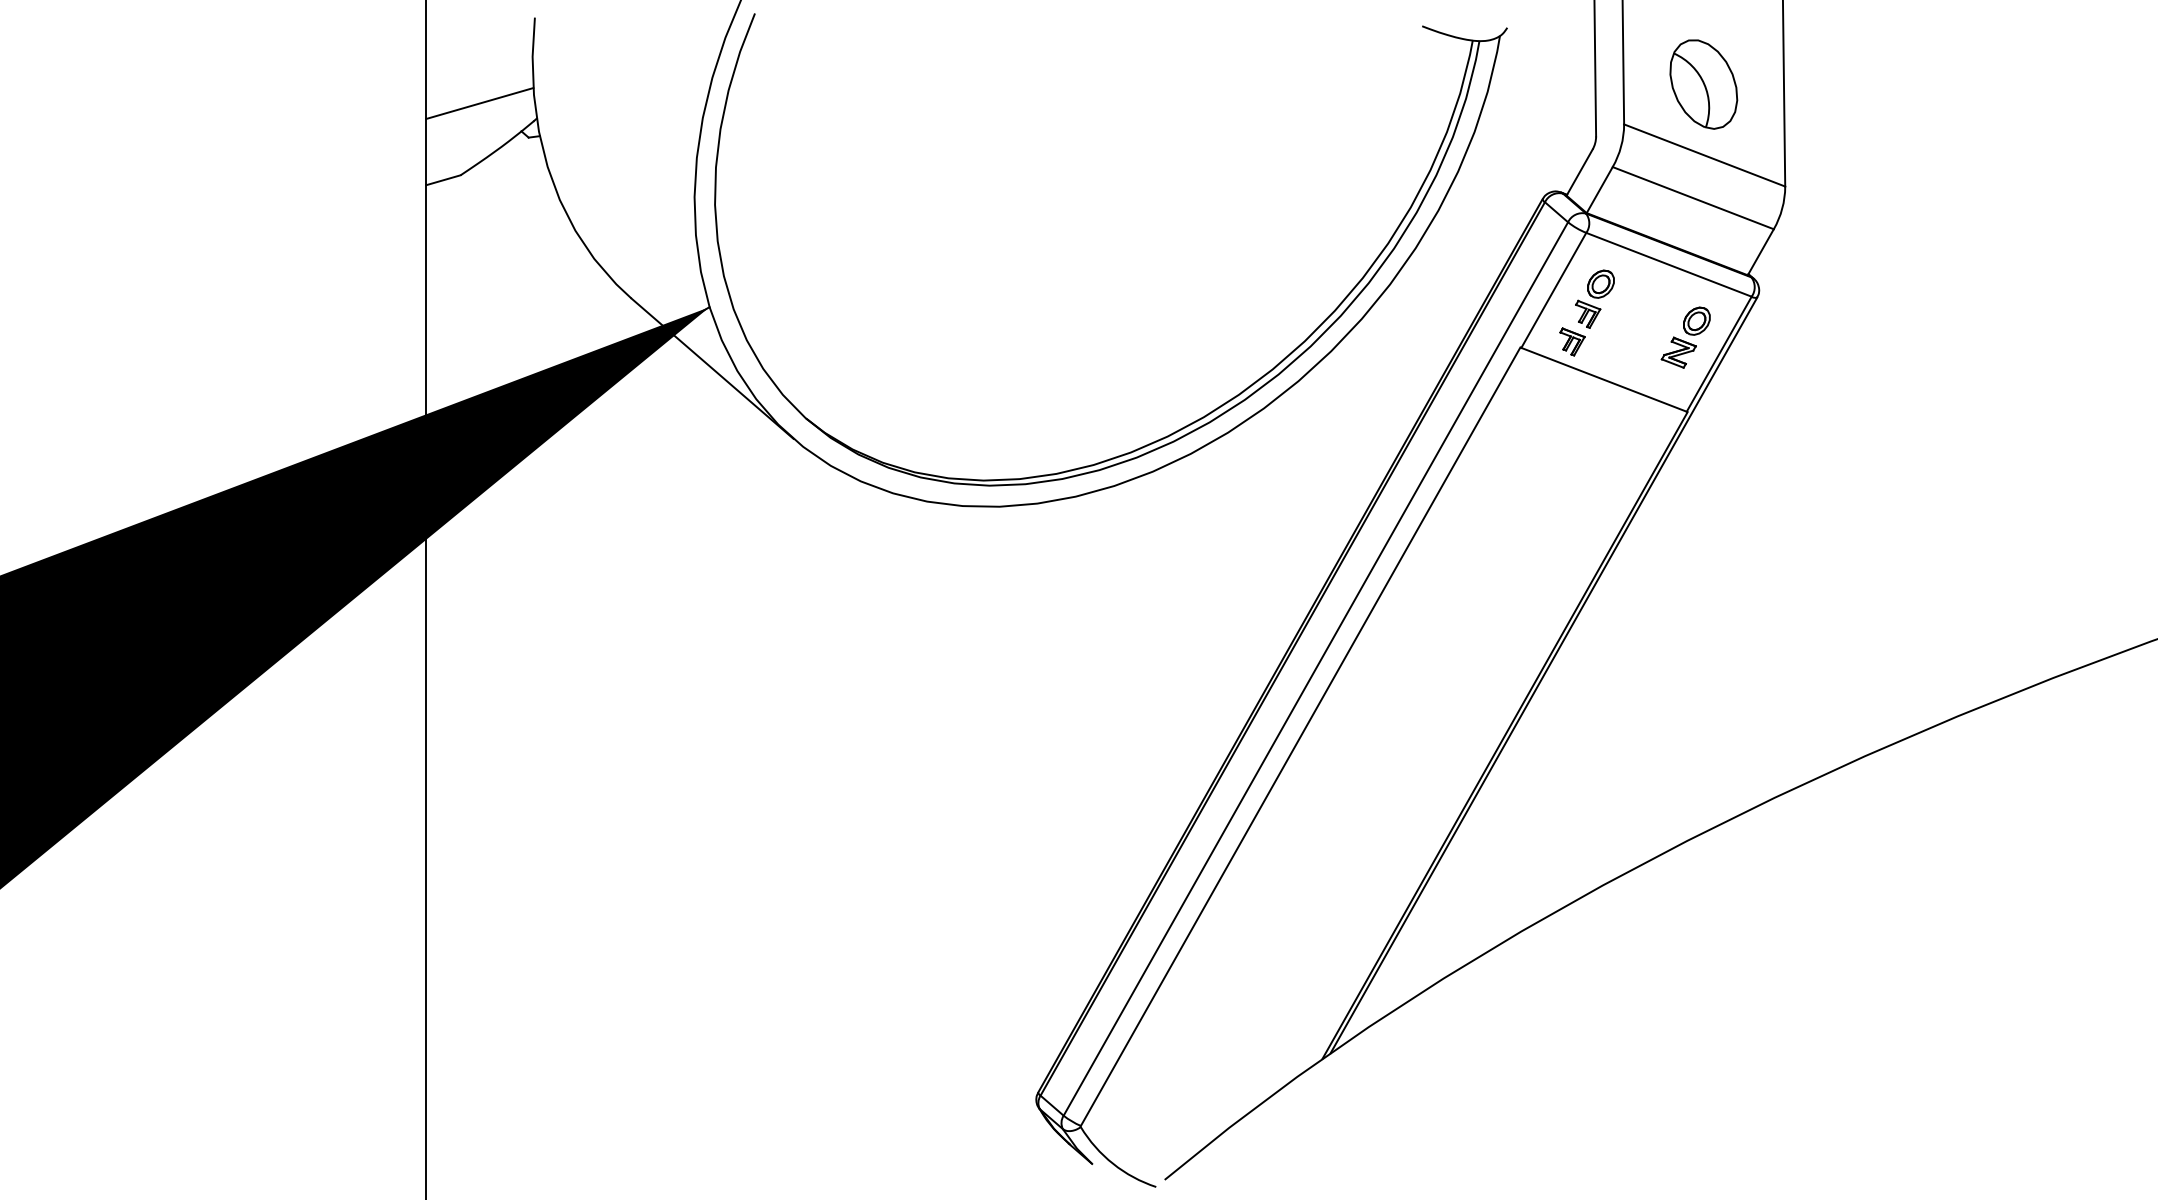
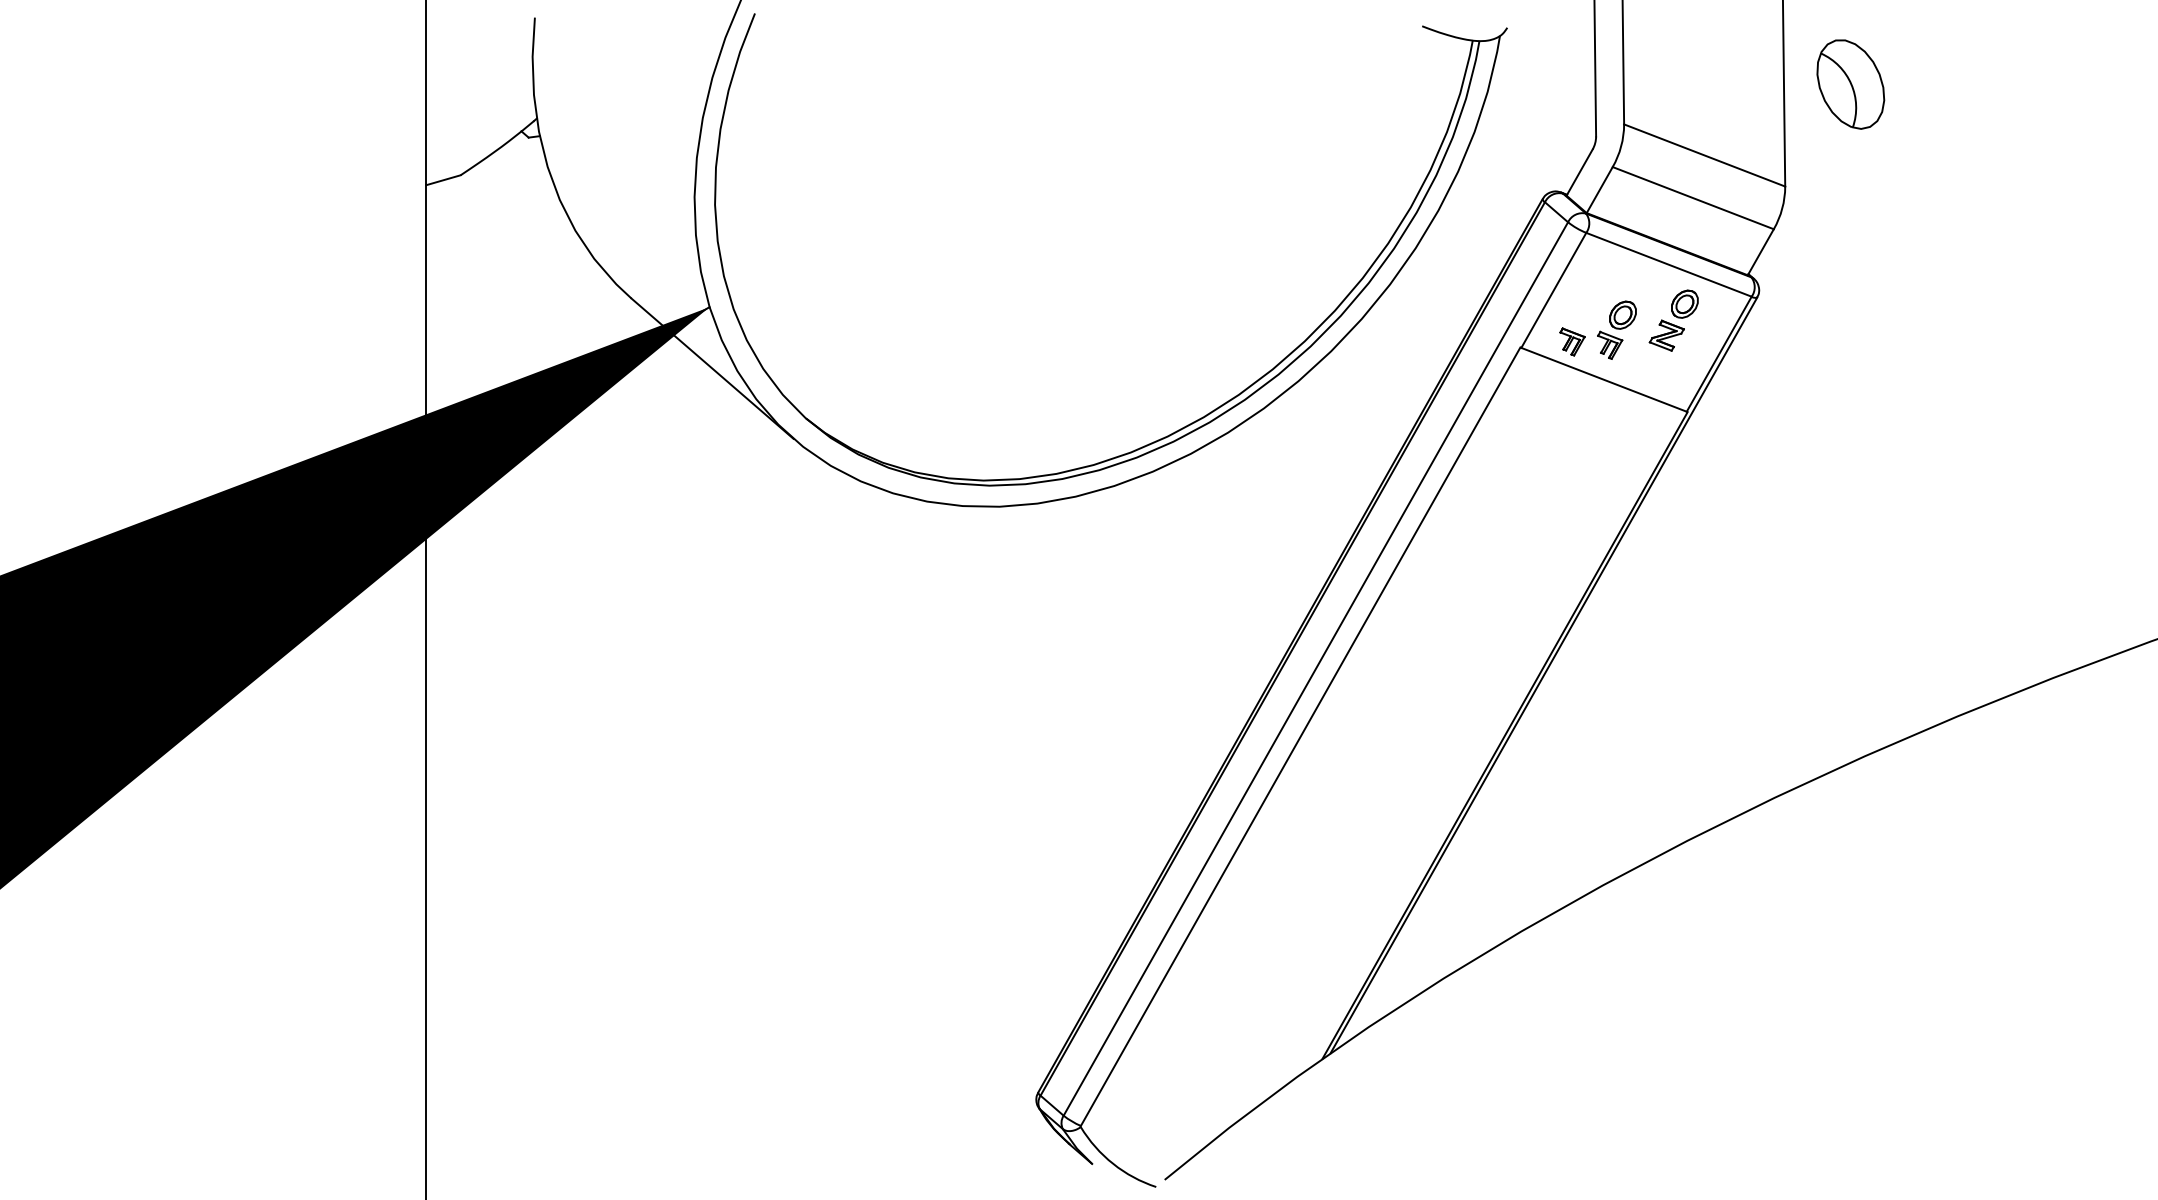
part at (1703, 84) position: (1703, 84) -> (1850, 84)
line at (479, 103): present -> none
part at (1594, 298) position: (1594, 298) -> (1616, 329)
part at (1685, 337) position: (1685, 337) -> (1673, 320)
